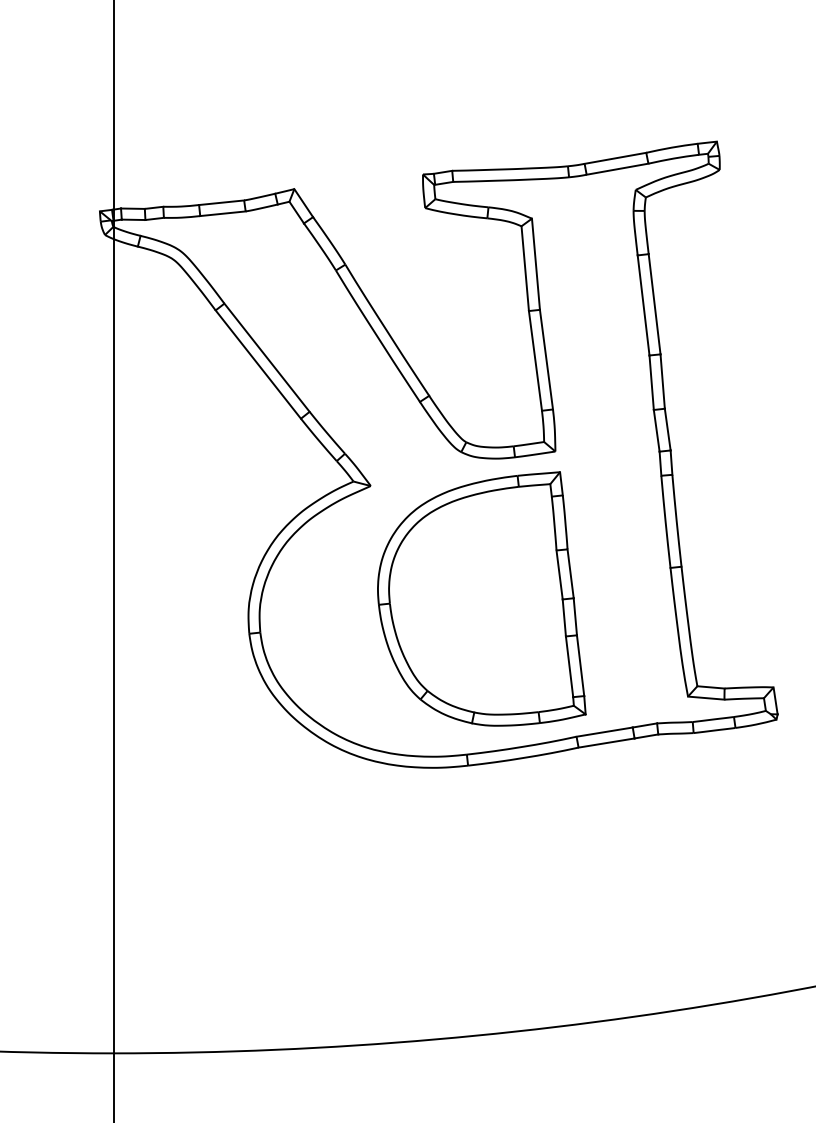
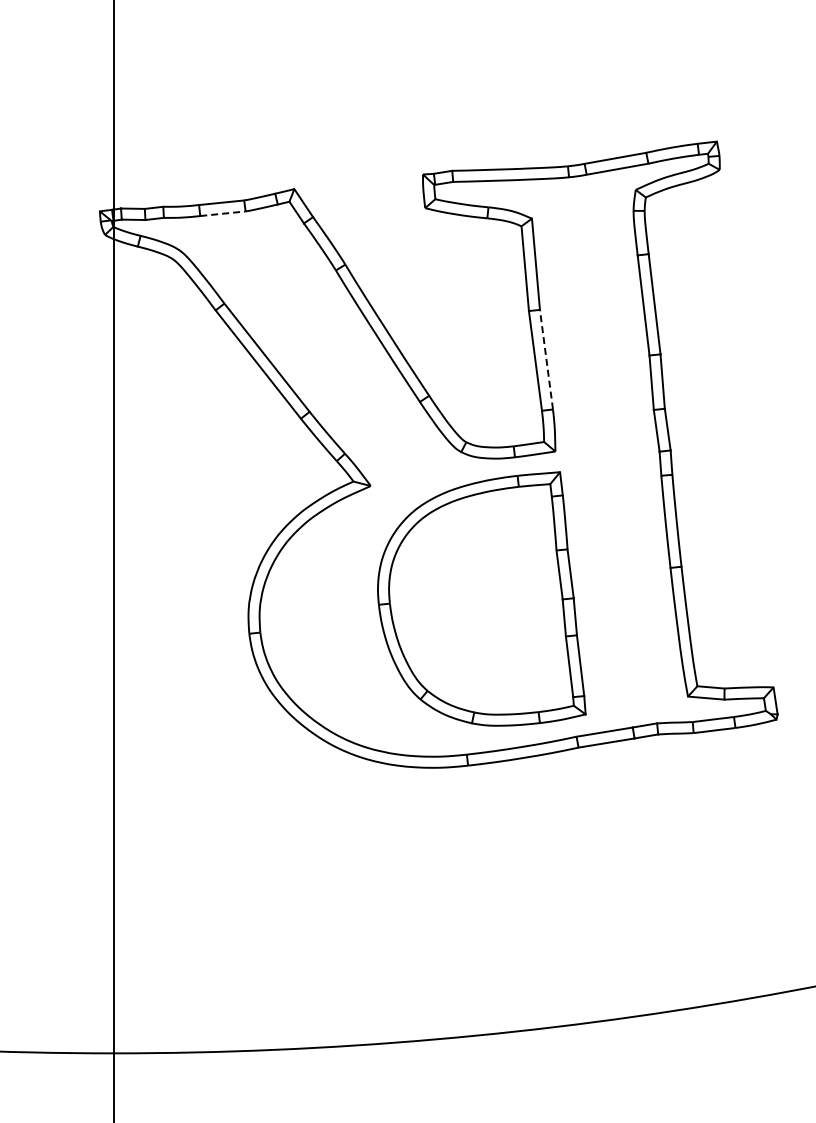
line at (222, 213): solid -> dashed
line at (546, 359): solid -> dashed
